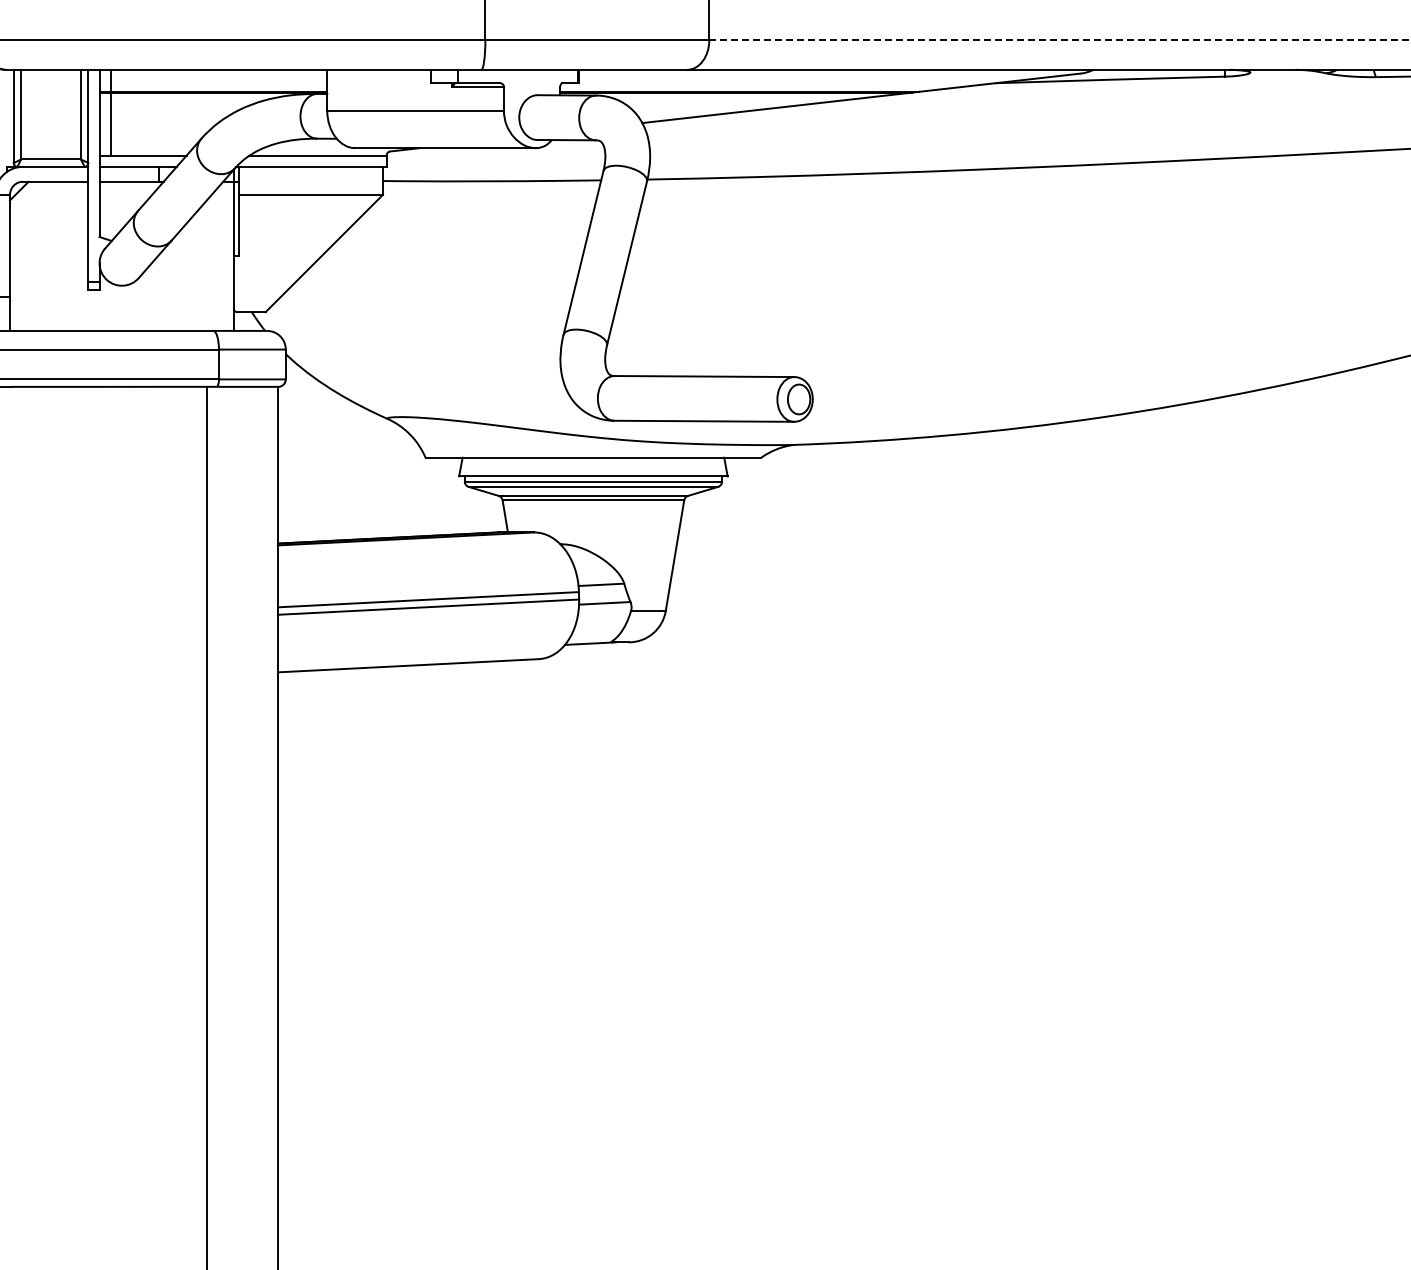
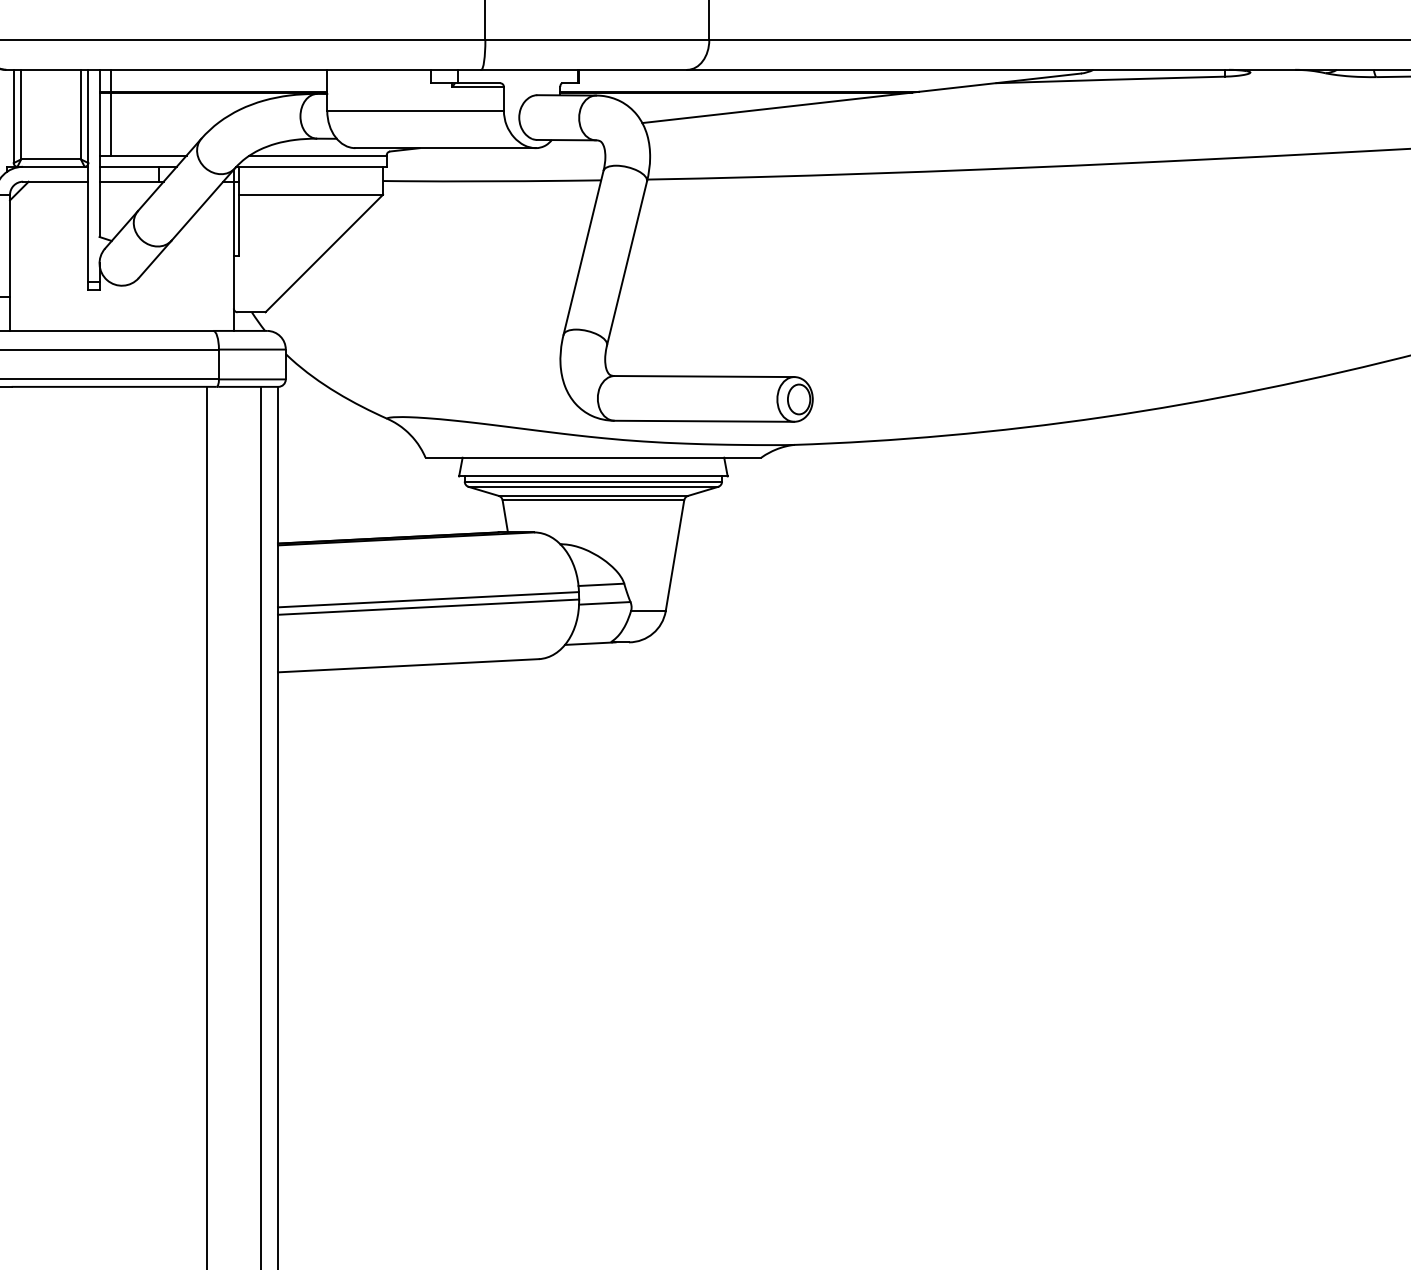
line at (1060, 40): dashed -> solid
line at (261, 826): none -> present
